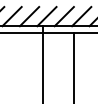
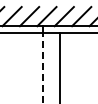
line at (73, 66) position: (73, 66) -> (59, 66)
line at (43, 68): solid -> dashed
